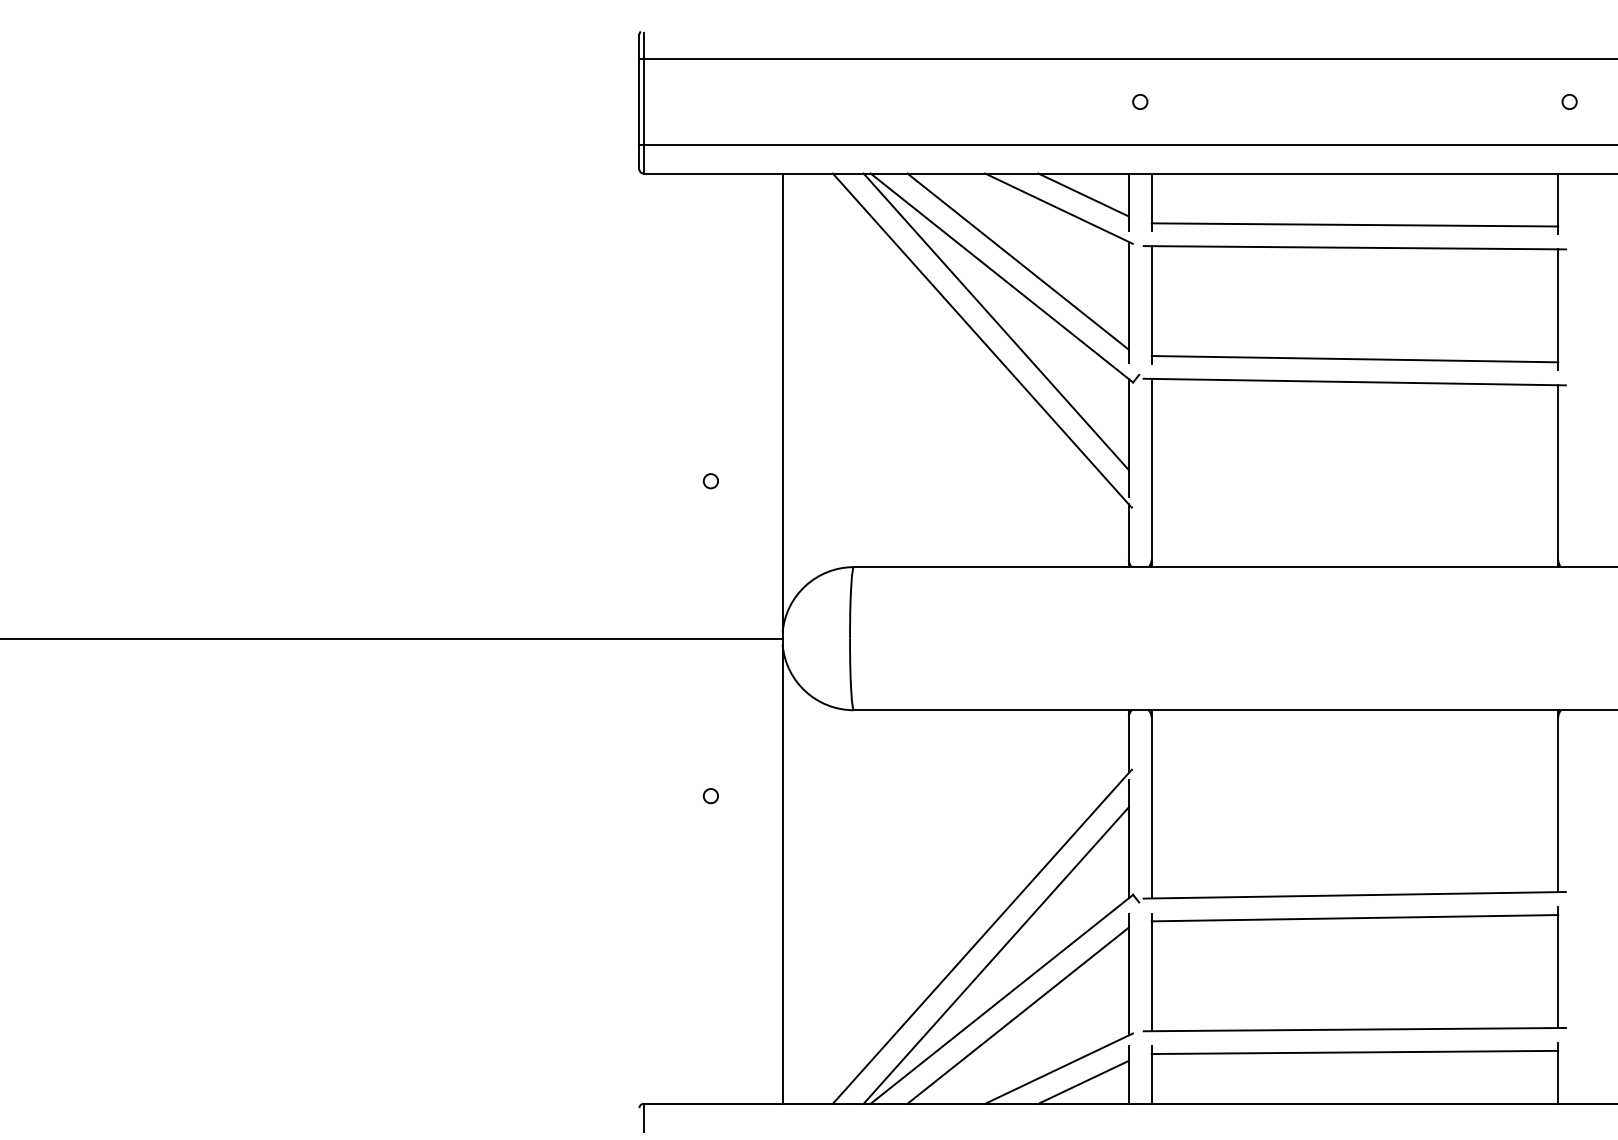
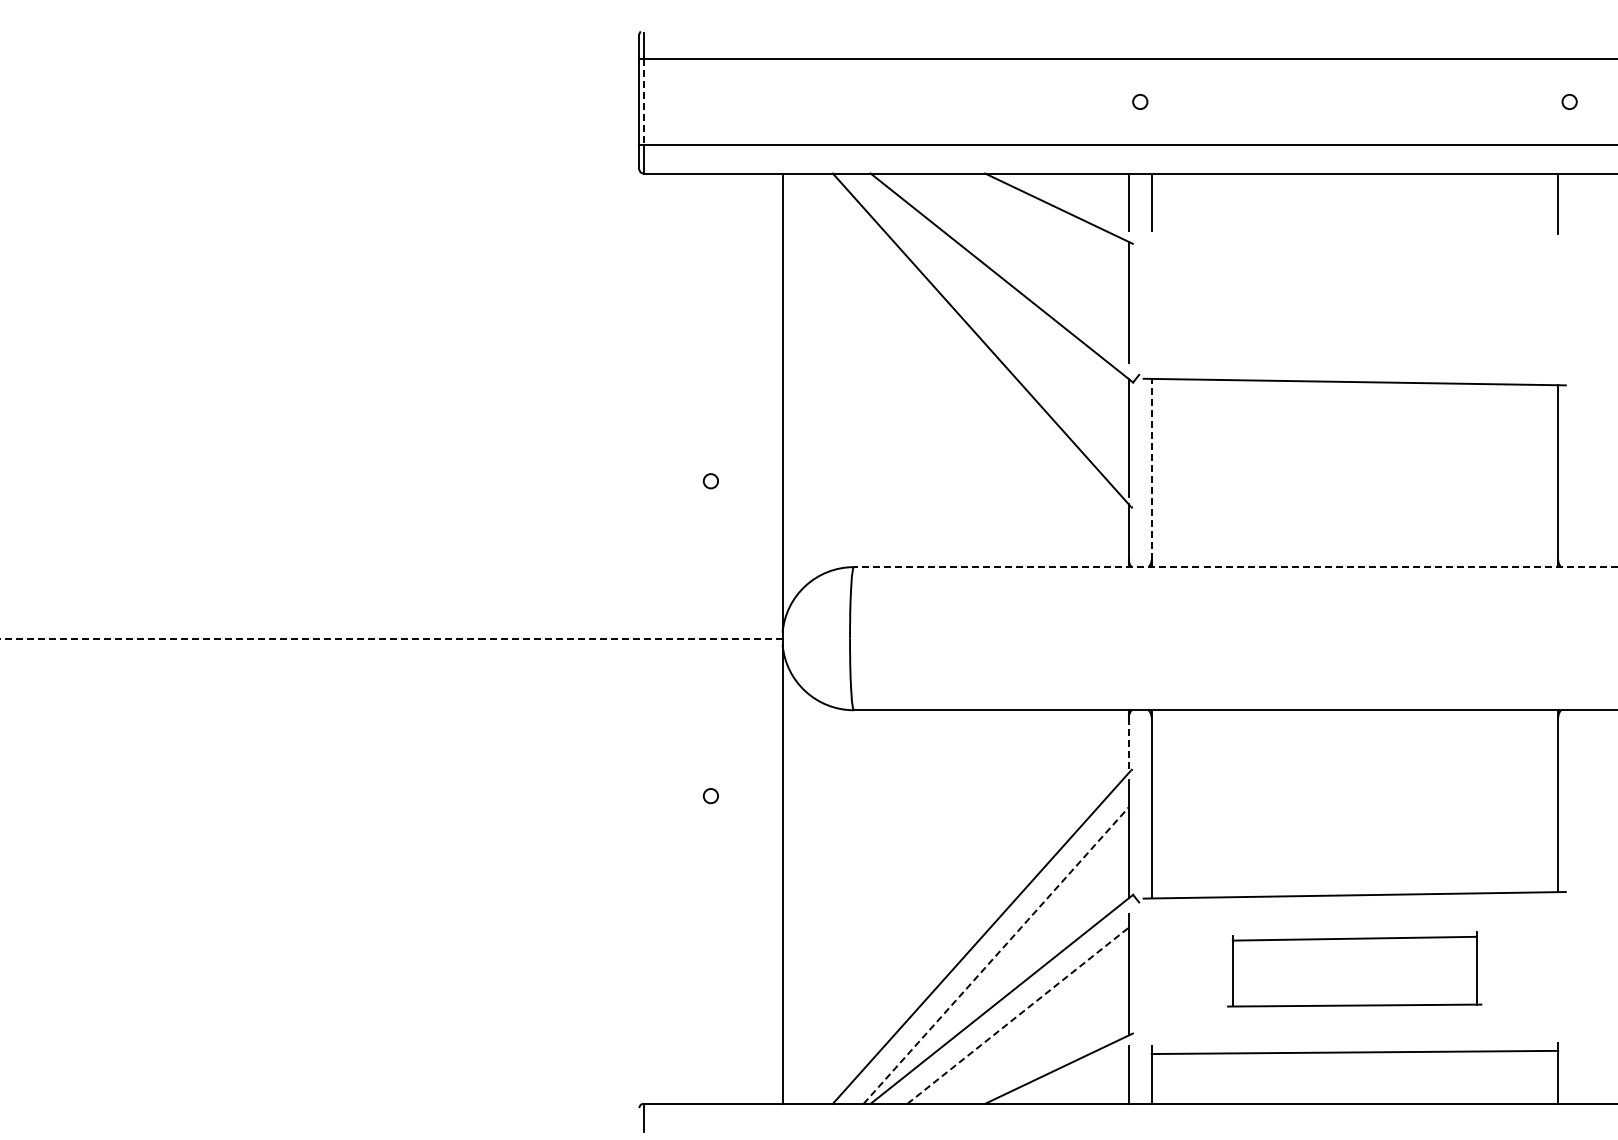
line at (643, 101): solid -> dashed
line at (1083, 194): present -> none
line at (1354, 224): present -> none
line at (1017, 261): present -> none
part at (1354, 307): present -> none
line at (995, 321): present -> none
line at (1151, 468): solid -> dashed
line at (1235, 567): solid -> dashed
line at (391, 638): solid -> dashed
line at (1128, 745): solid -> dashed
line at (996, 955): solid -> dashed
part at (1354, 969) size: 425x127 px -> 256x77 px
line at (1018, 1015): solid -> dashed
line at (1083, 1081): present -> none
